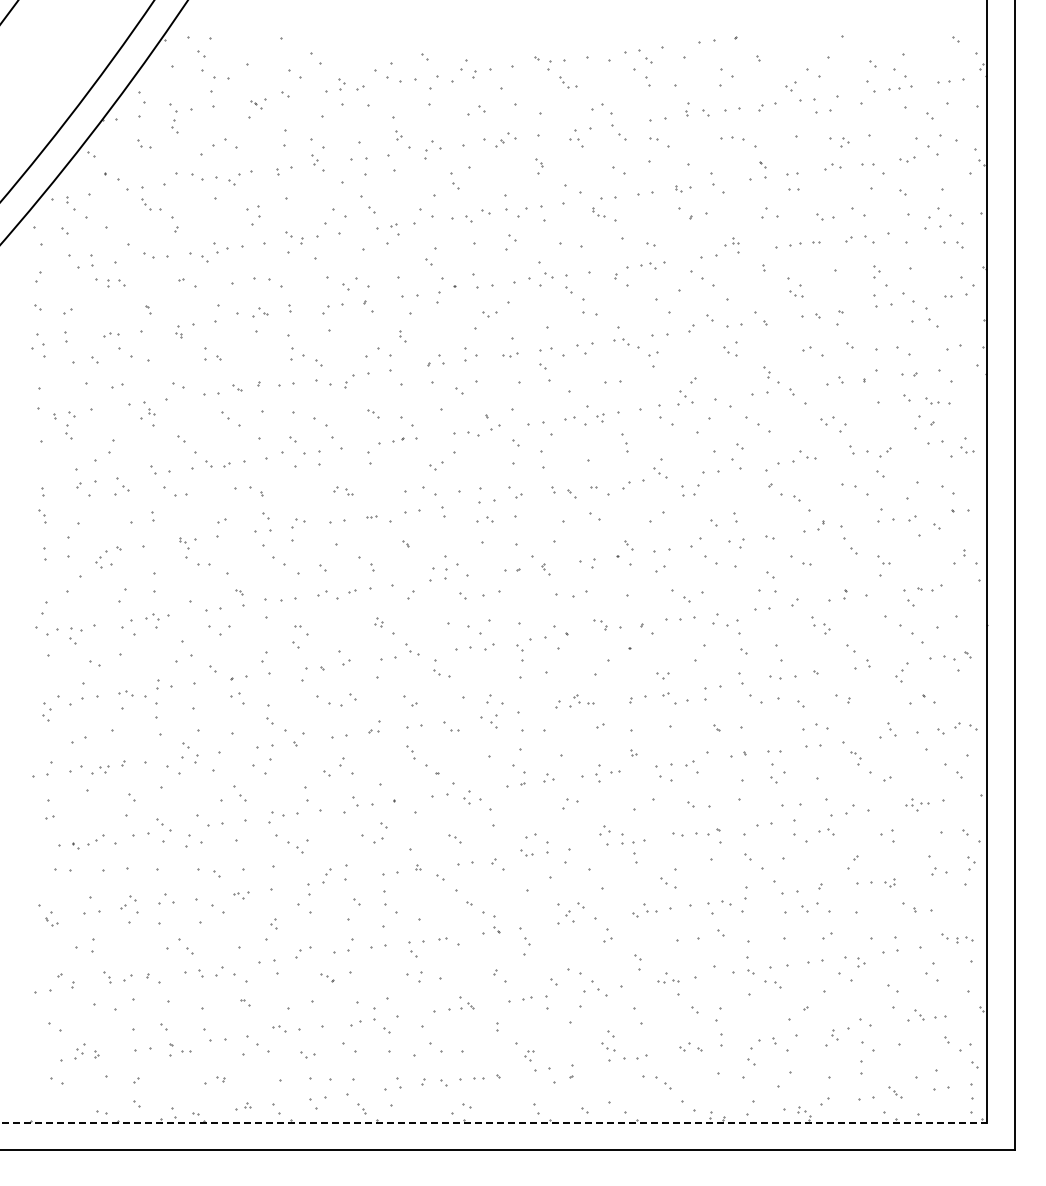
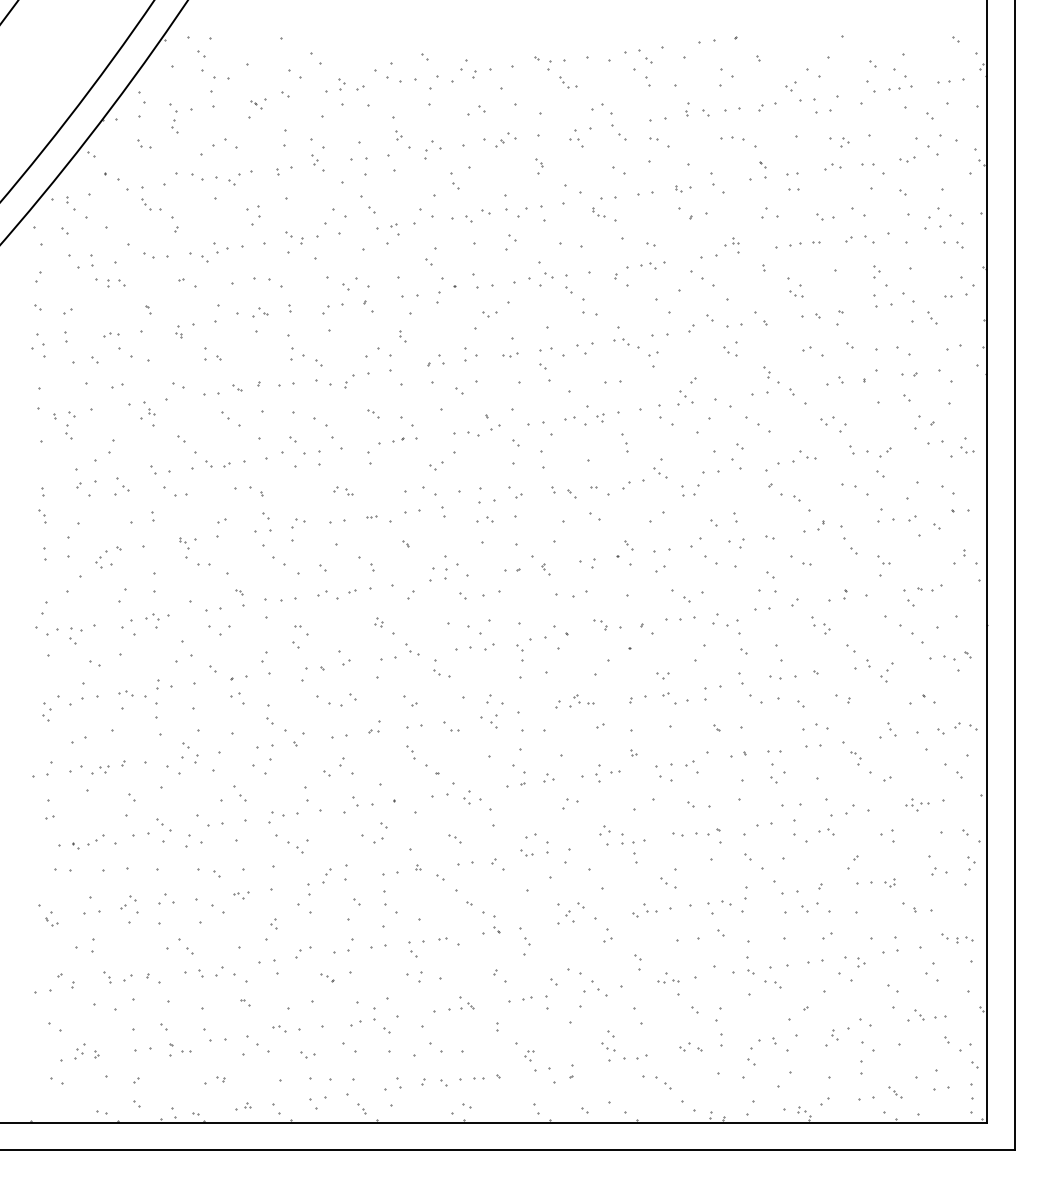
part at (931, 317) size: 14x21 px -> 11x14 px
part at (932, 400): present -> none
part at (901, 672) position: (901, 672) -> (886, 672)
line at (494, 1122): dashed -> solid
